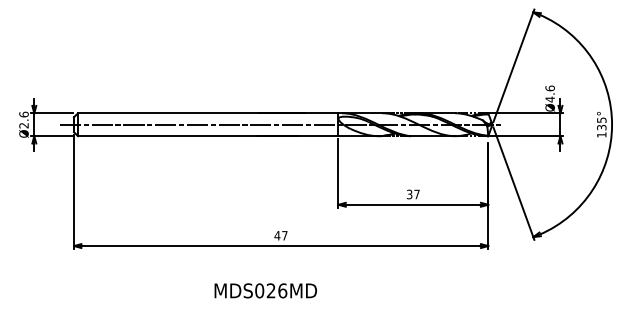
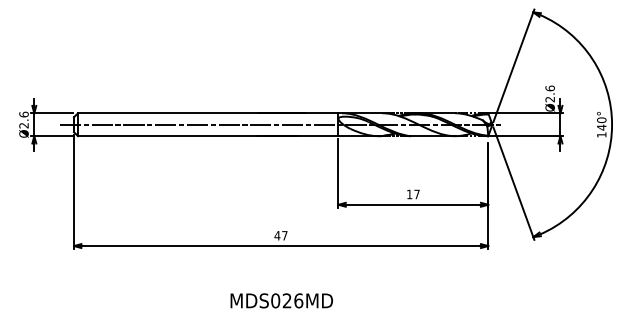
text at (549, 99): Ø4.6 -> Ø2.6
text at (601, 123): 135° -> 140°
text at (409, 194): 37 -> 17
text at (265, 290) position: (265, 290) -> (281, 300)
